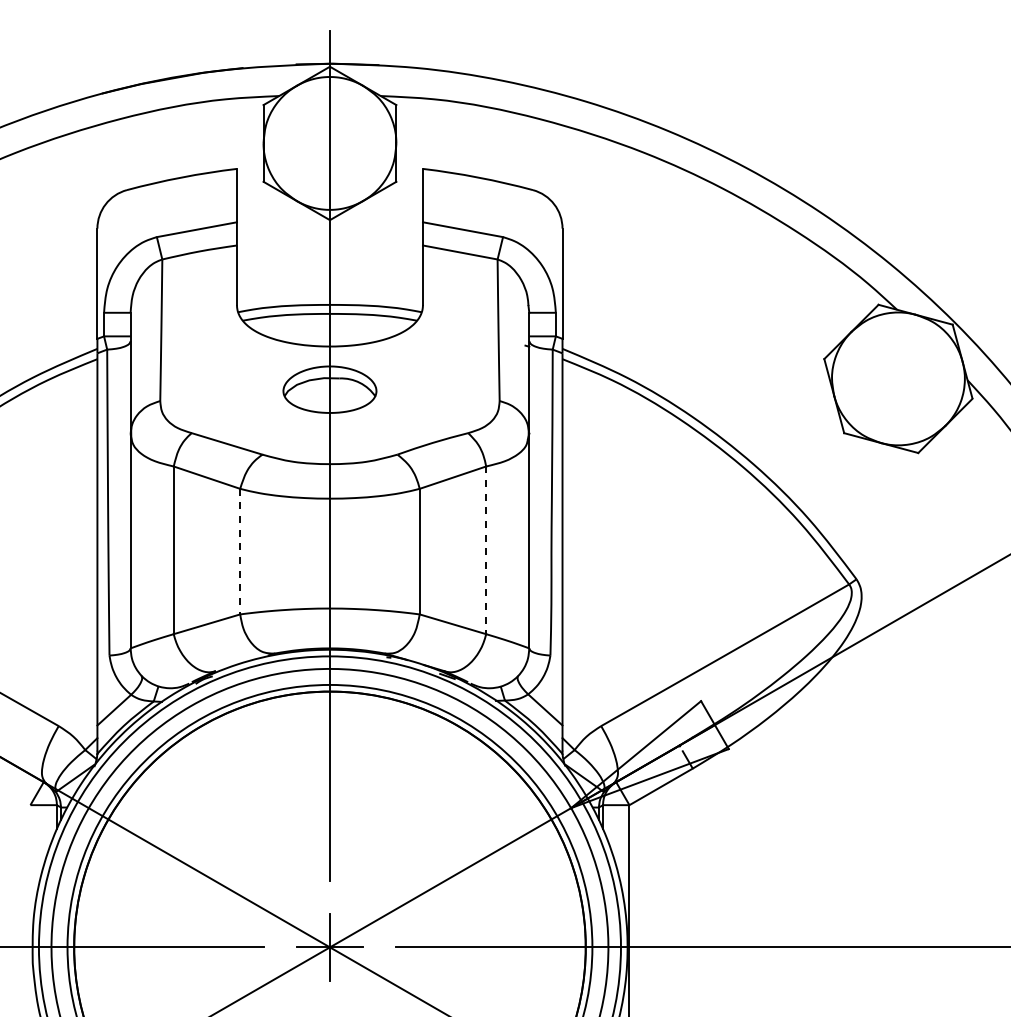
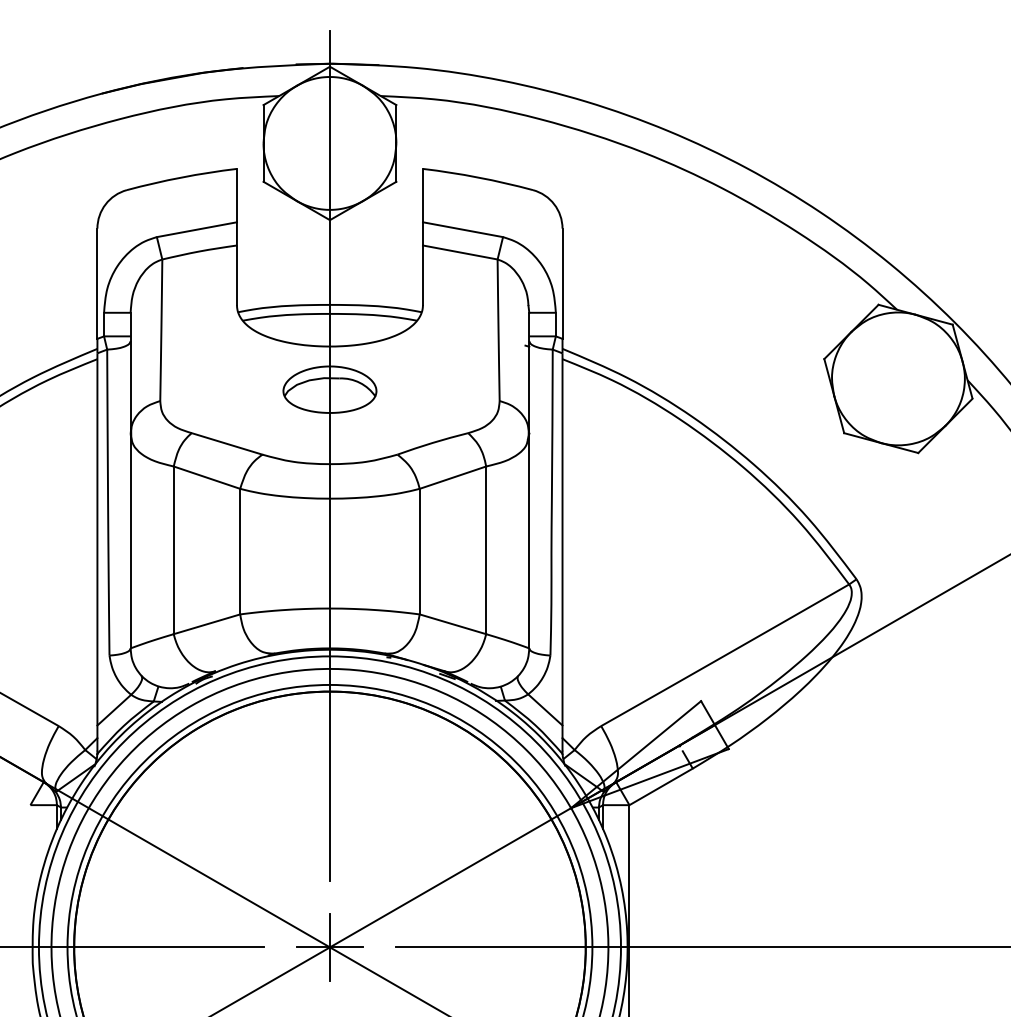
line at (486, 550): dashed -> solid
line at (240, 551): dashed -> solid
